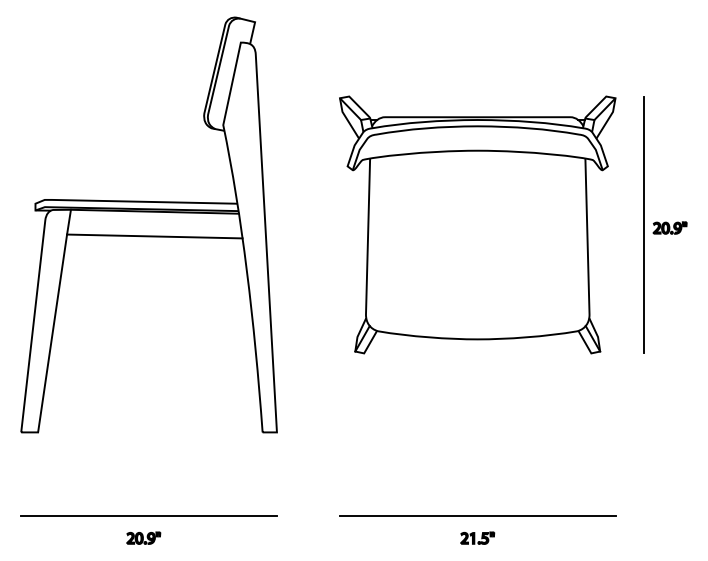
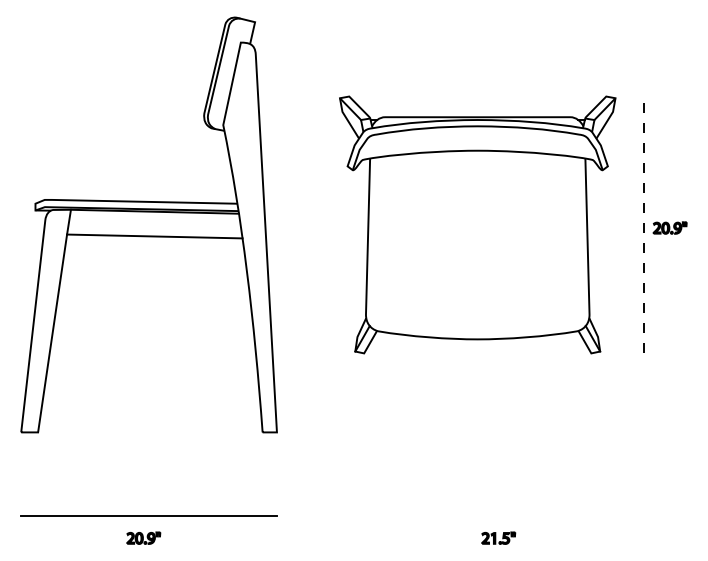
line at (644, 224): solid -> dashed
line at (477, 516): present -> none
part at (477, 537) position: (477, 537) -> (498, 537)
